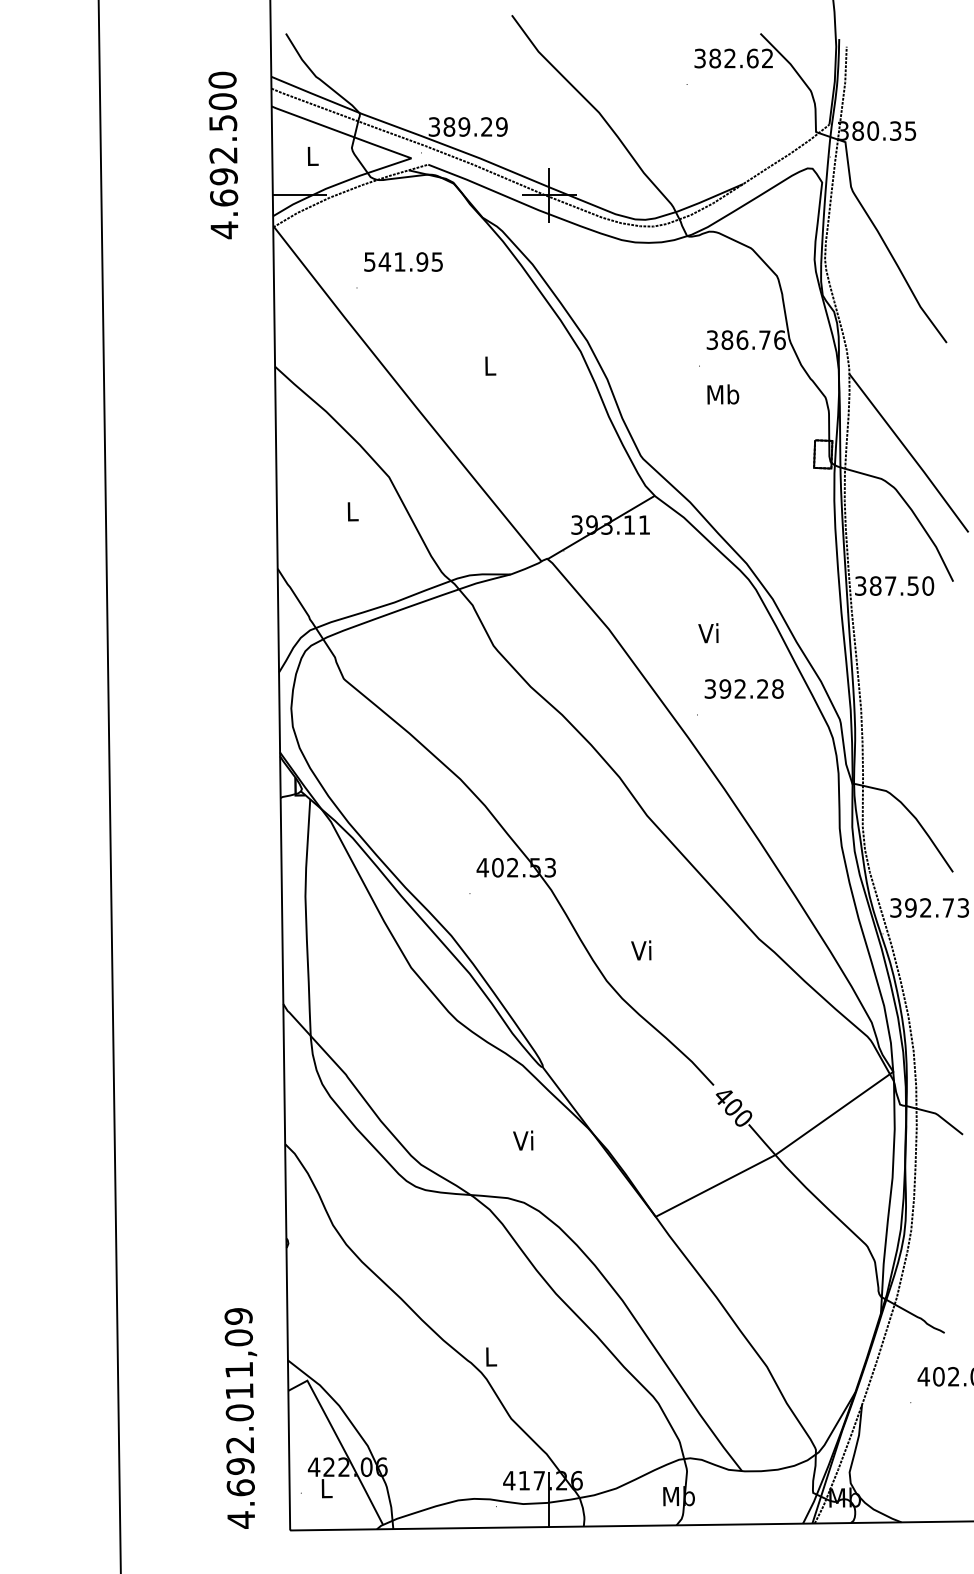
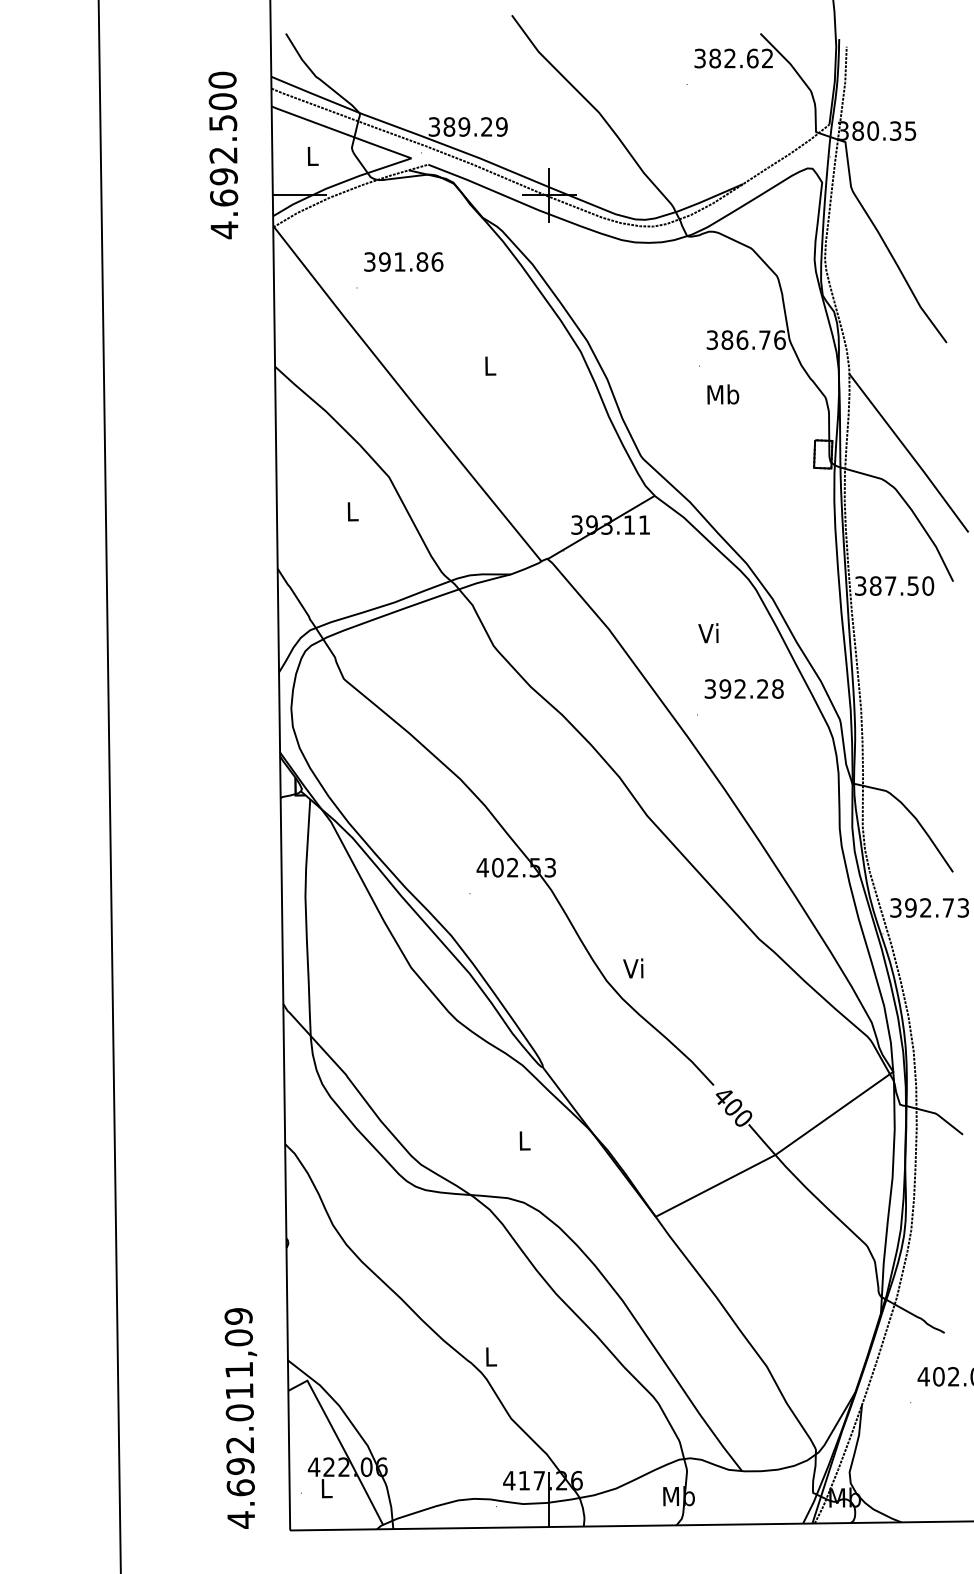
text at (403, 261): 541.95 -> 391.86
text at (641, 950) position: (641, 950) -> (633, 968)
text at (523, 1140): Vi -> L
